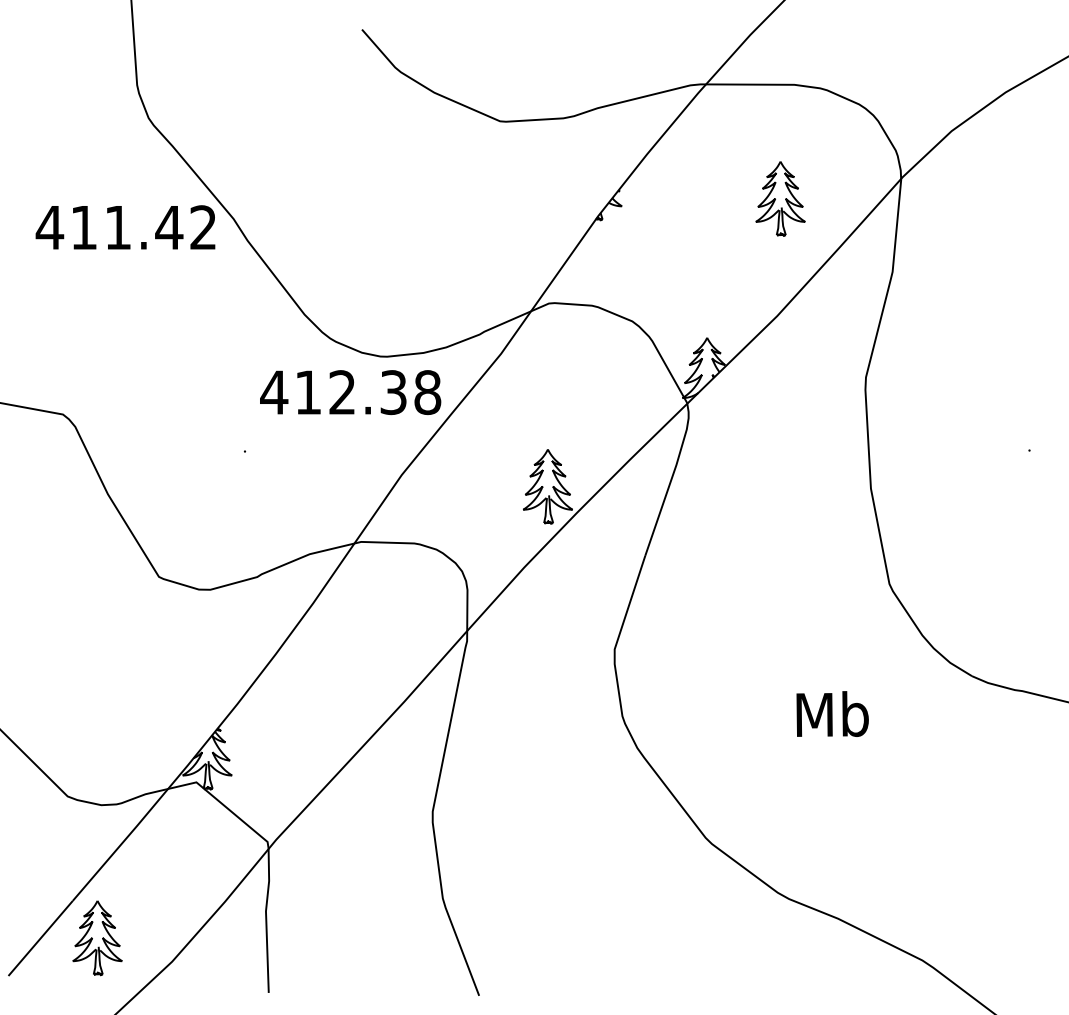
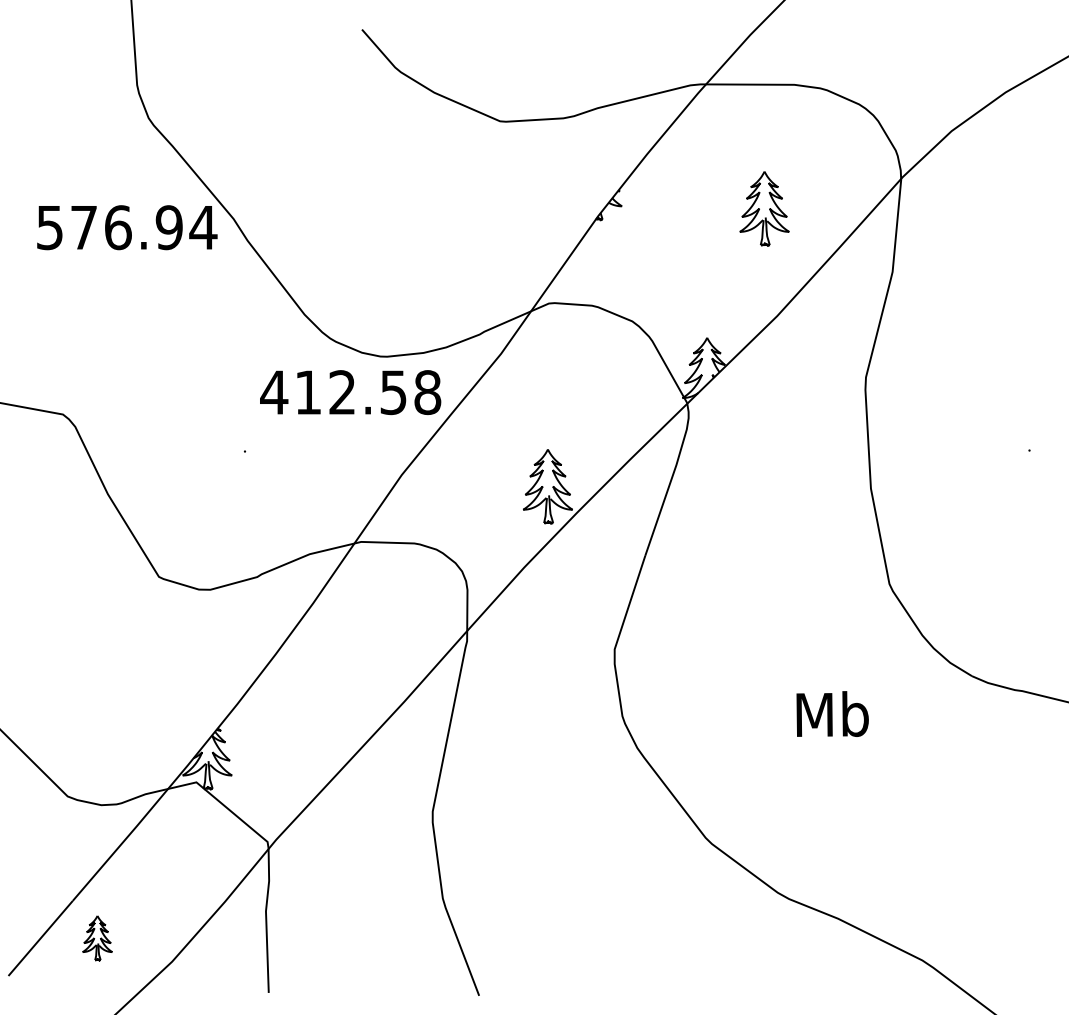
part at (780, 198) position: (780, 198) -> (764, 208)
text at (126, 227): 411.42 -> 576.94
text at (393, 392): 412.38 -> 412.58
part at (97, 938) size: 51x77 px -> 31x47 px
